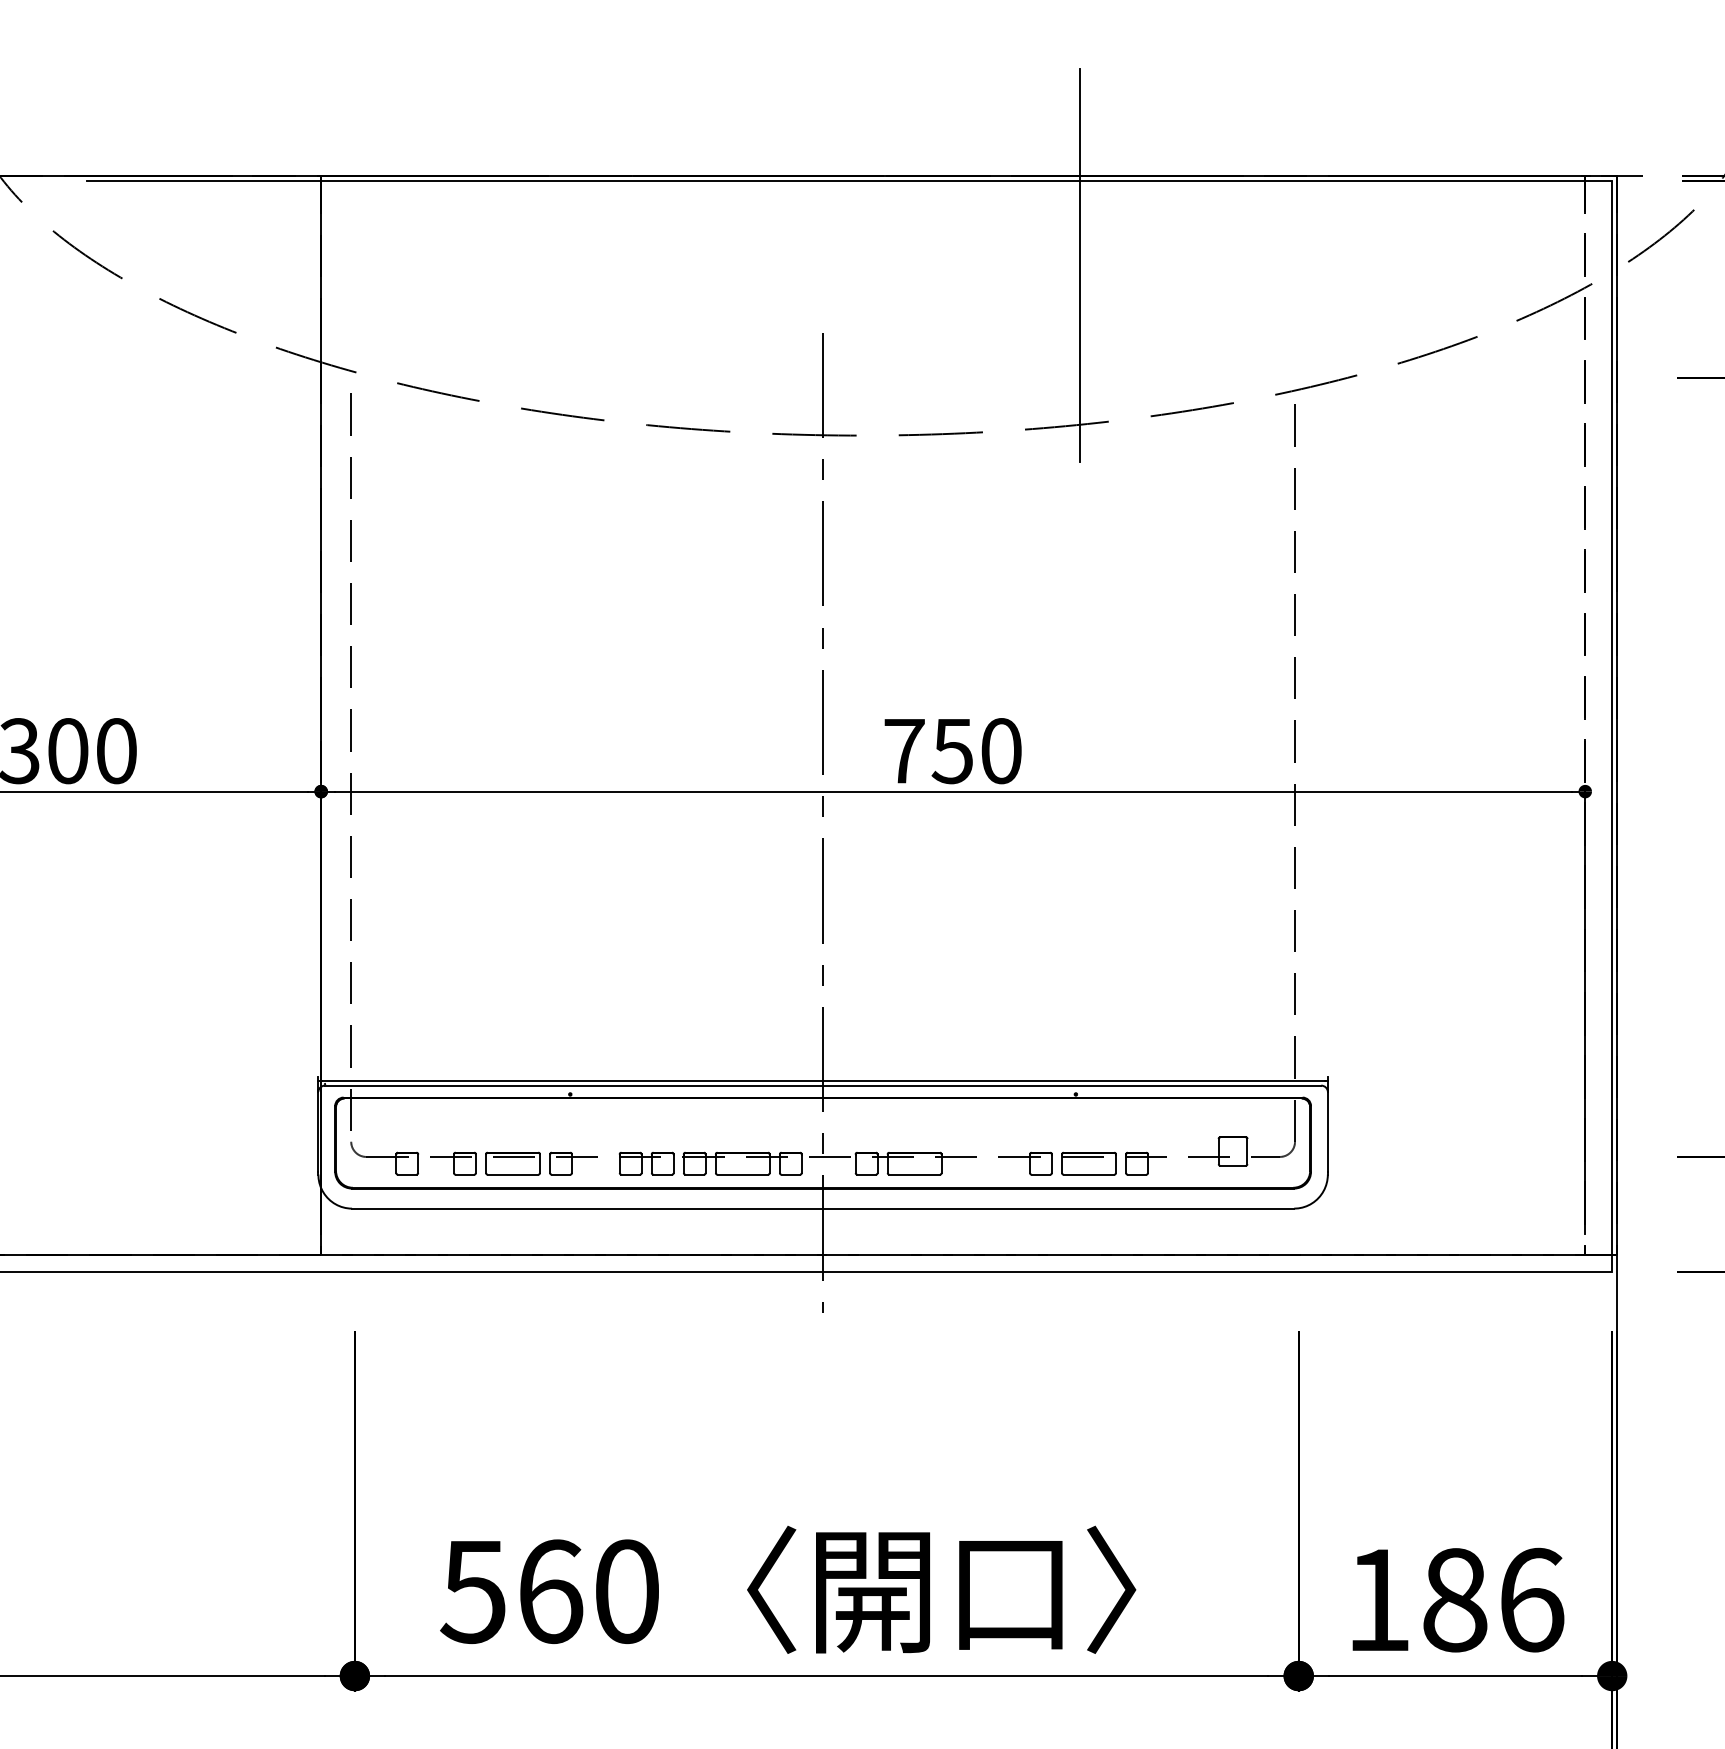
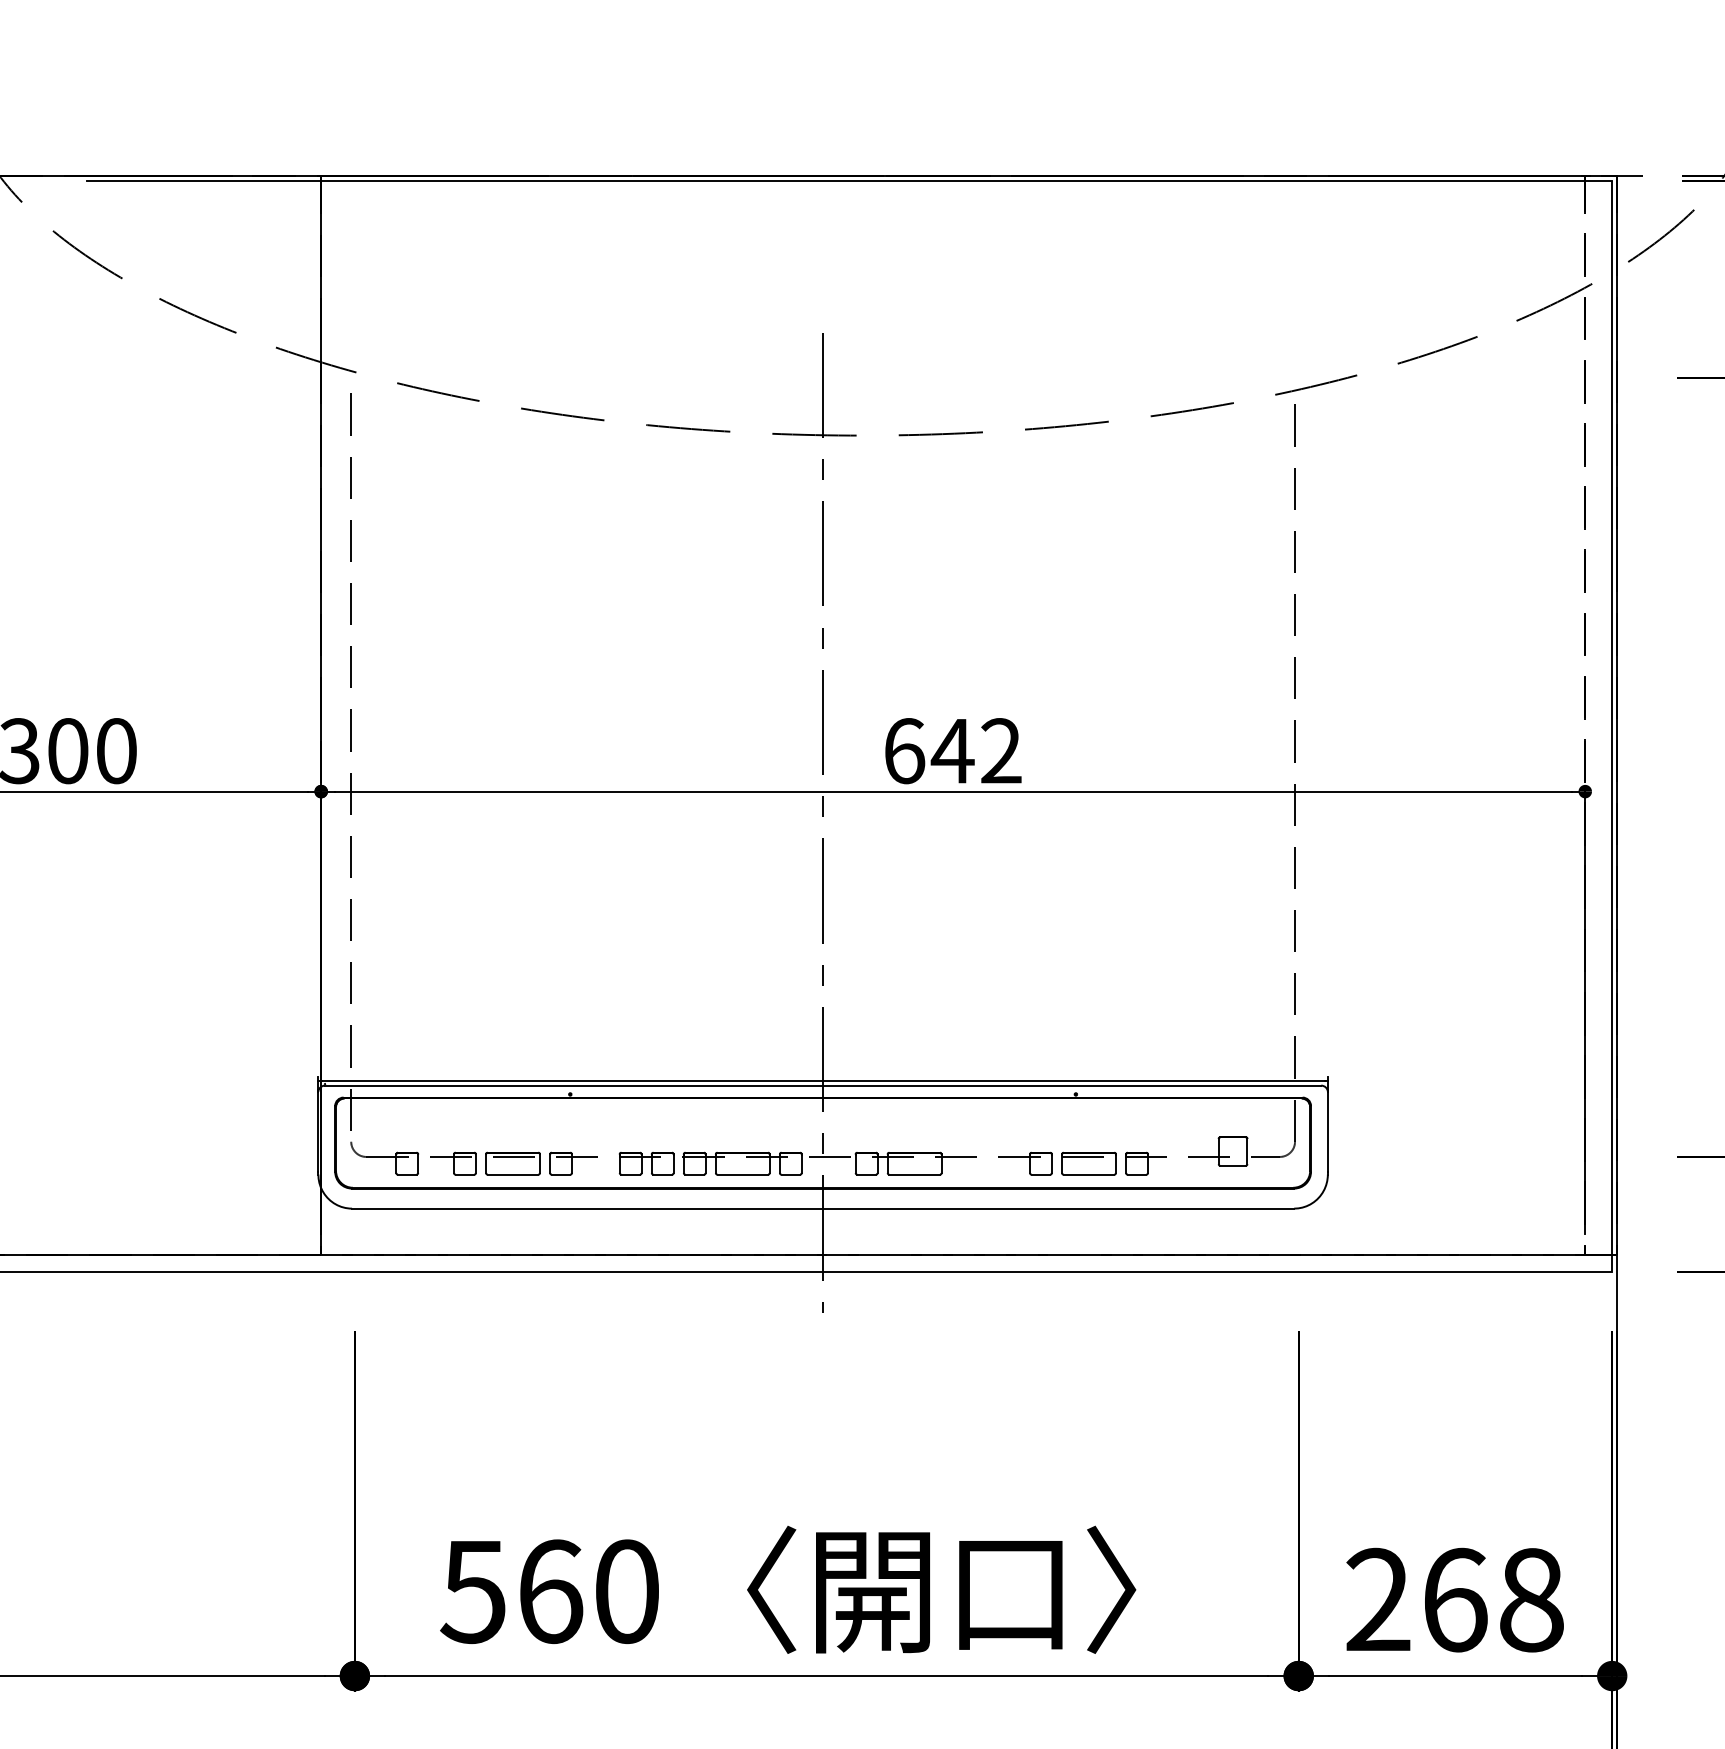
line at (1079, 264): present -> none
text at (952, 751): 750 -> 642
text at (1455, 1599): 186 -> 268
